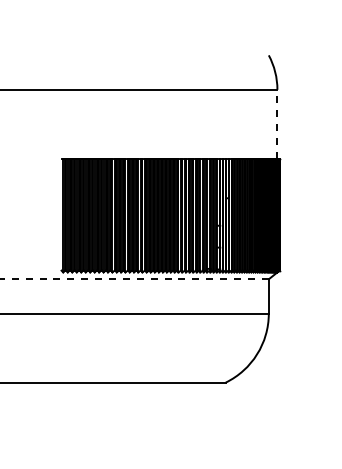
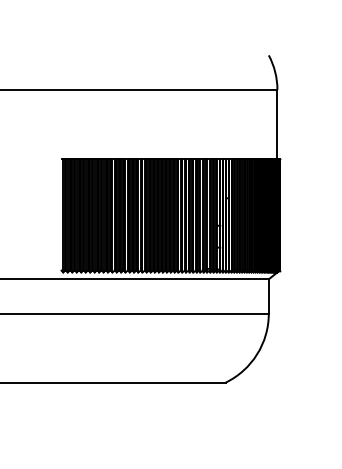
line at (277, 123): dashed -> solid
line at (134, 279): dashed -> solid
